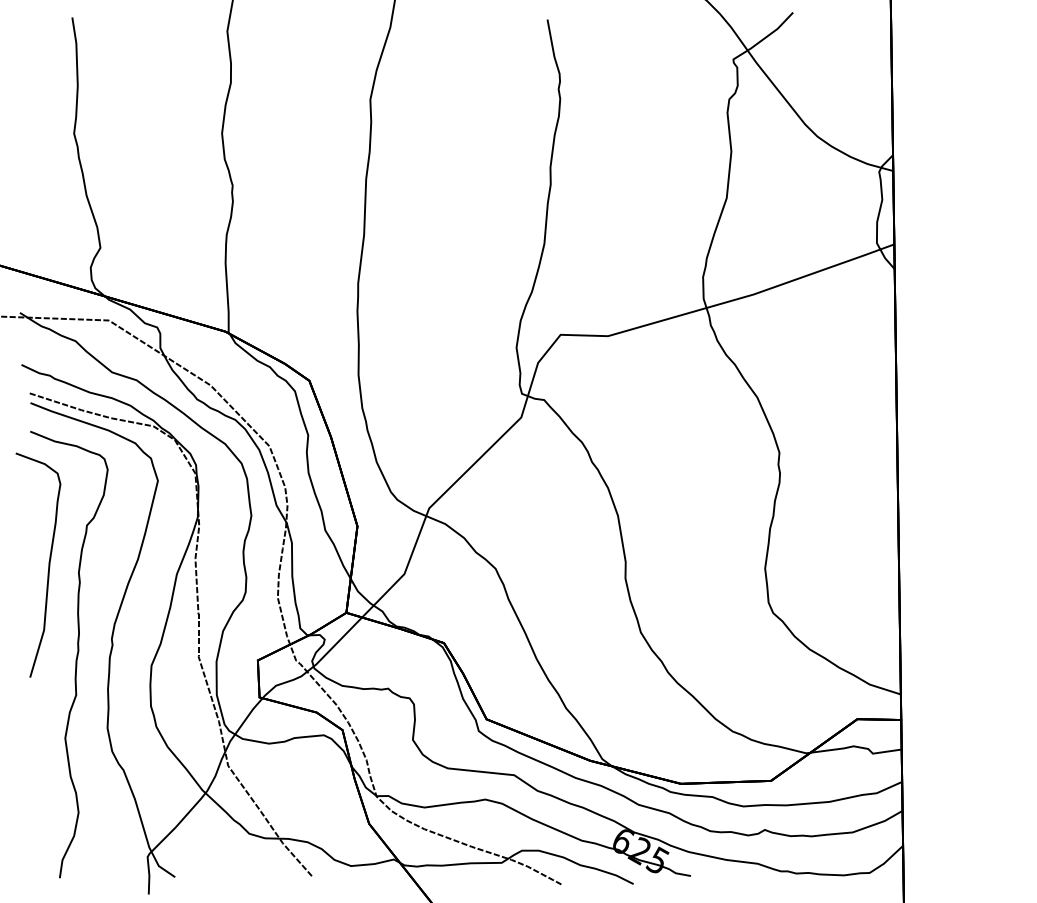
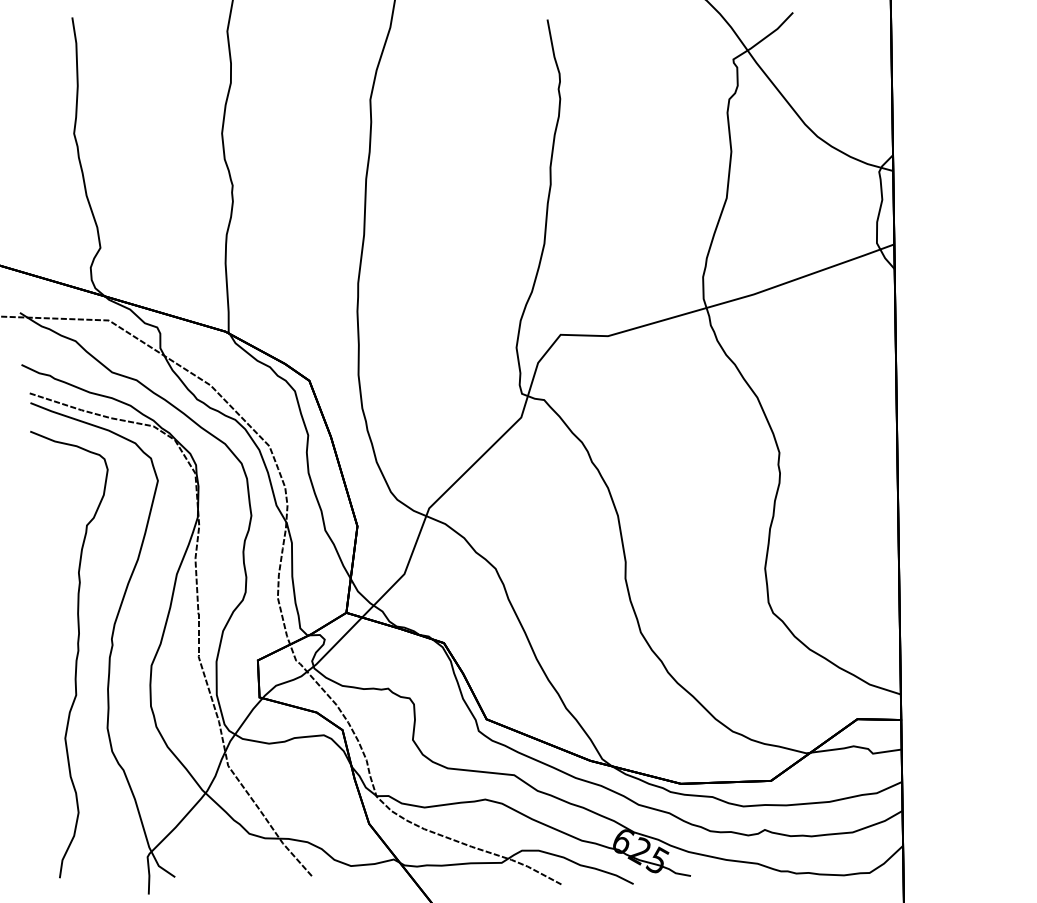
curve at (48, 564): present -> none
